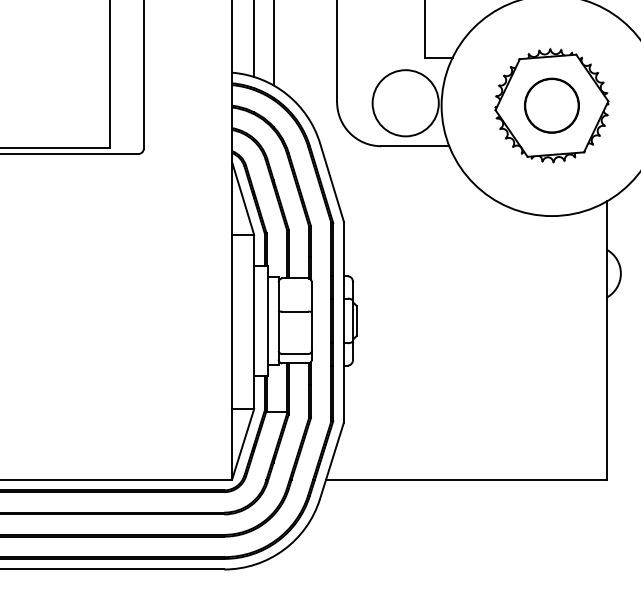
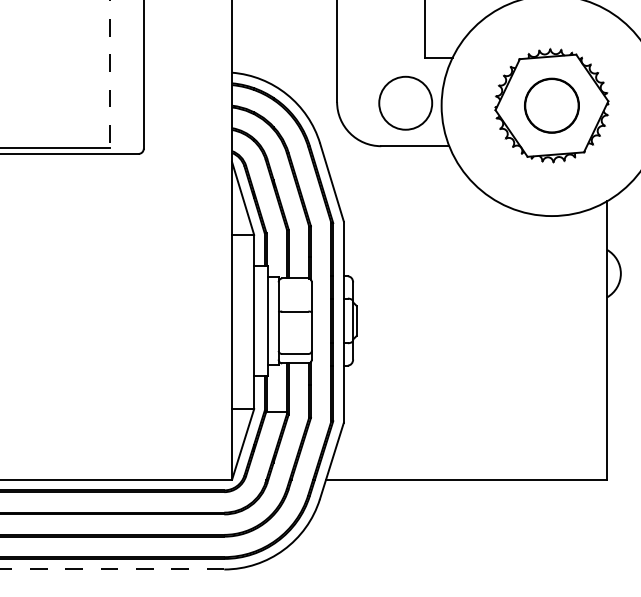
line at (254, 39): present -> none
line at (273, 43): present -> none
line at (109, 74): solid -> dashed
circle at (405, 103) diameter: 66 px -> 53 px
line at (111, 569): solid -> dashed
